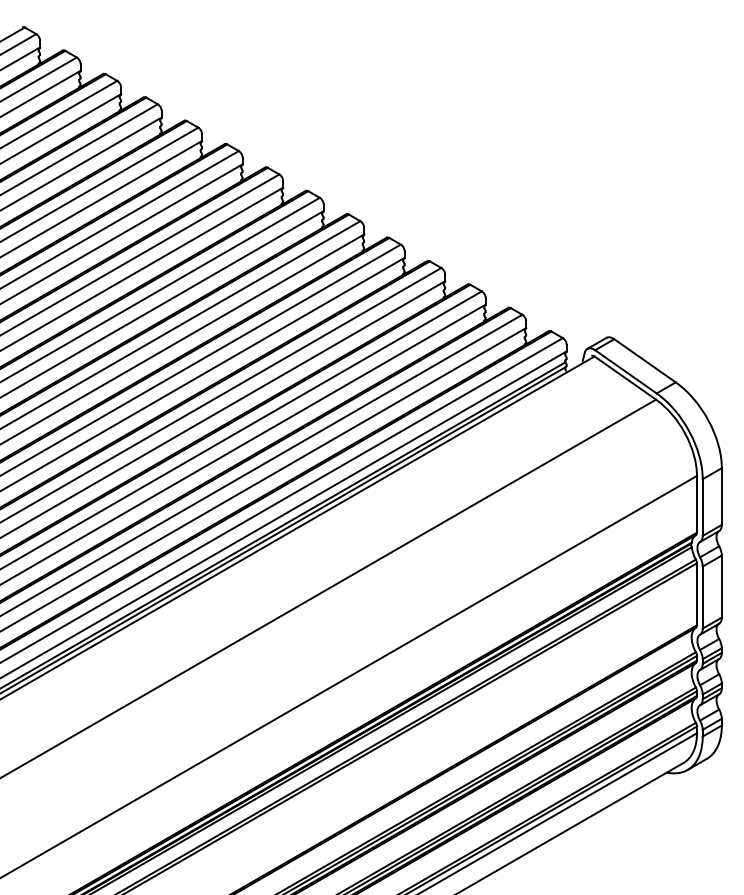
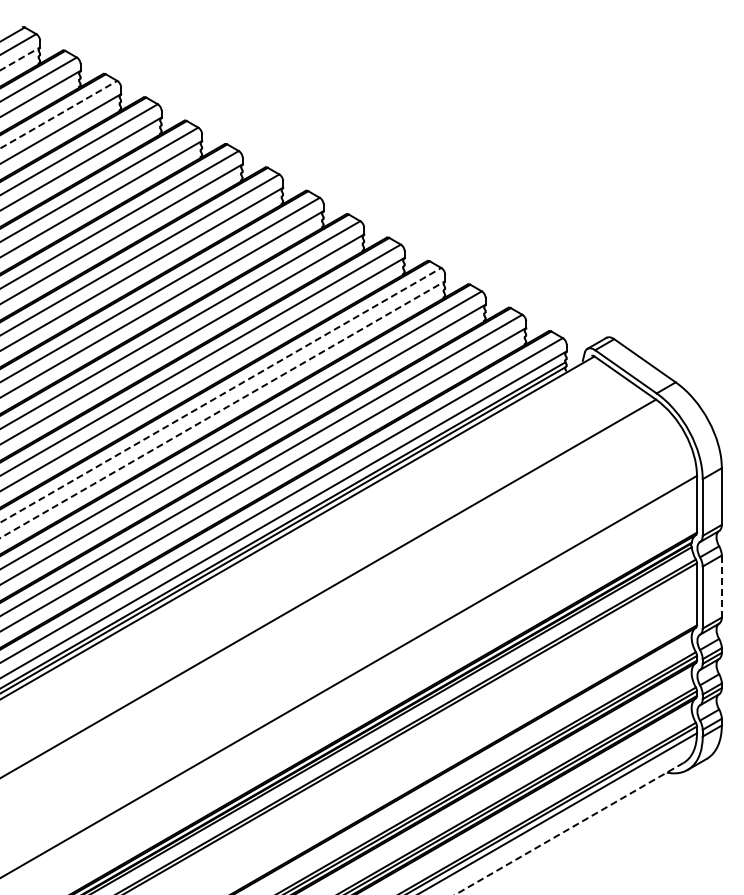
line at (20, 58): solid -> dashed
line at (59, 114): solid -> dashed
line at (221, 394): solid -> dashed
line at (222, 409): solid -> dashed
line at (721, 586): solid -> dashed
line at (569, 828): solid -> dashed
